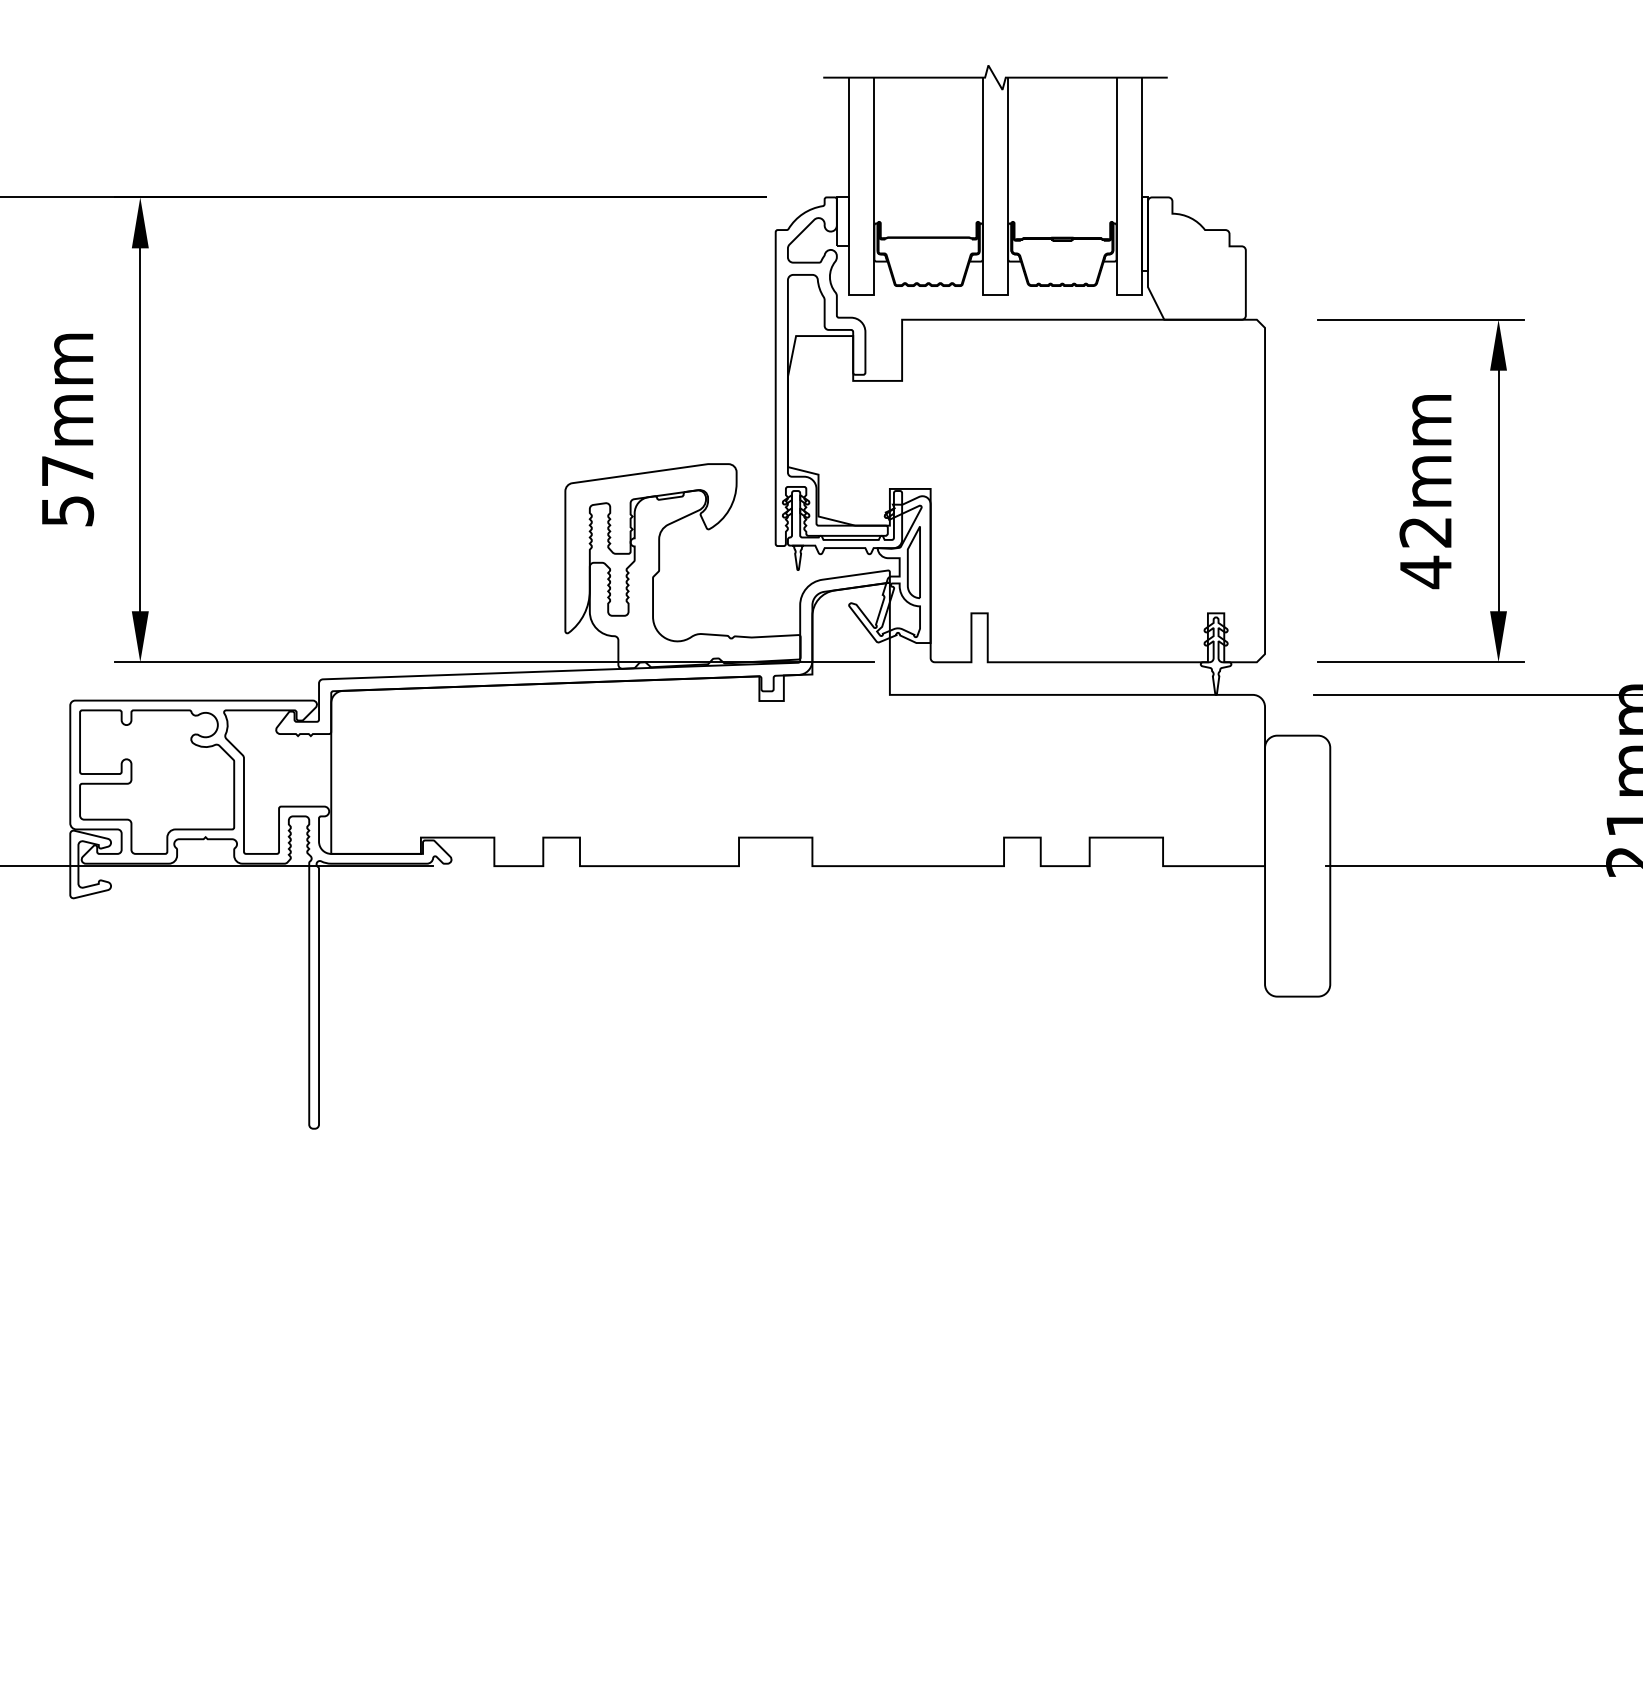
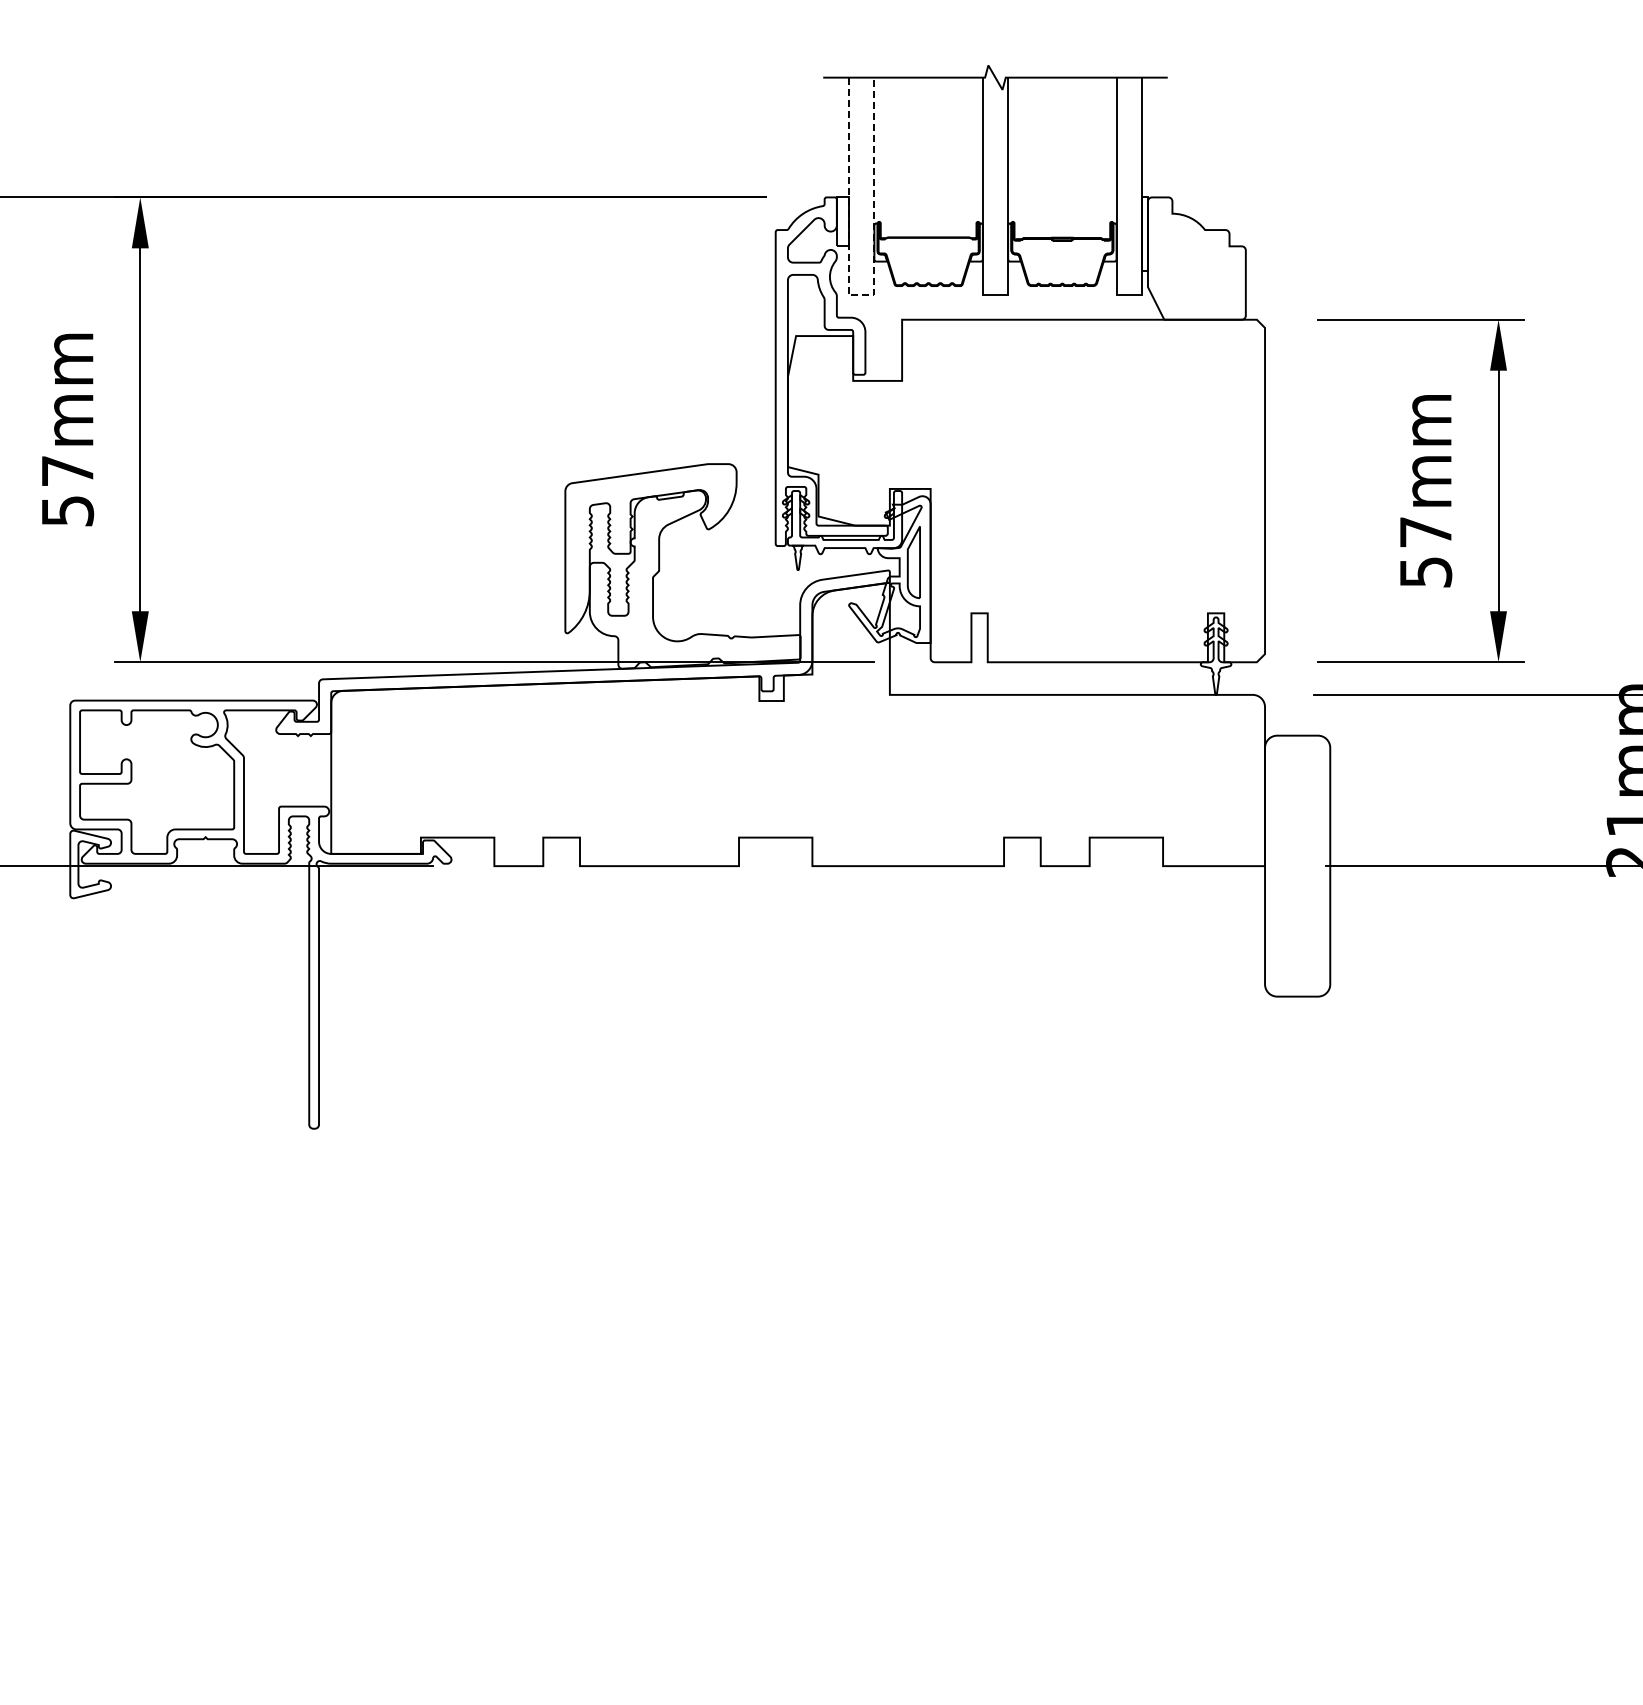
line at (861, 295): solid -> dashed
text at (1425, 553): 42mm -> 57mm
